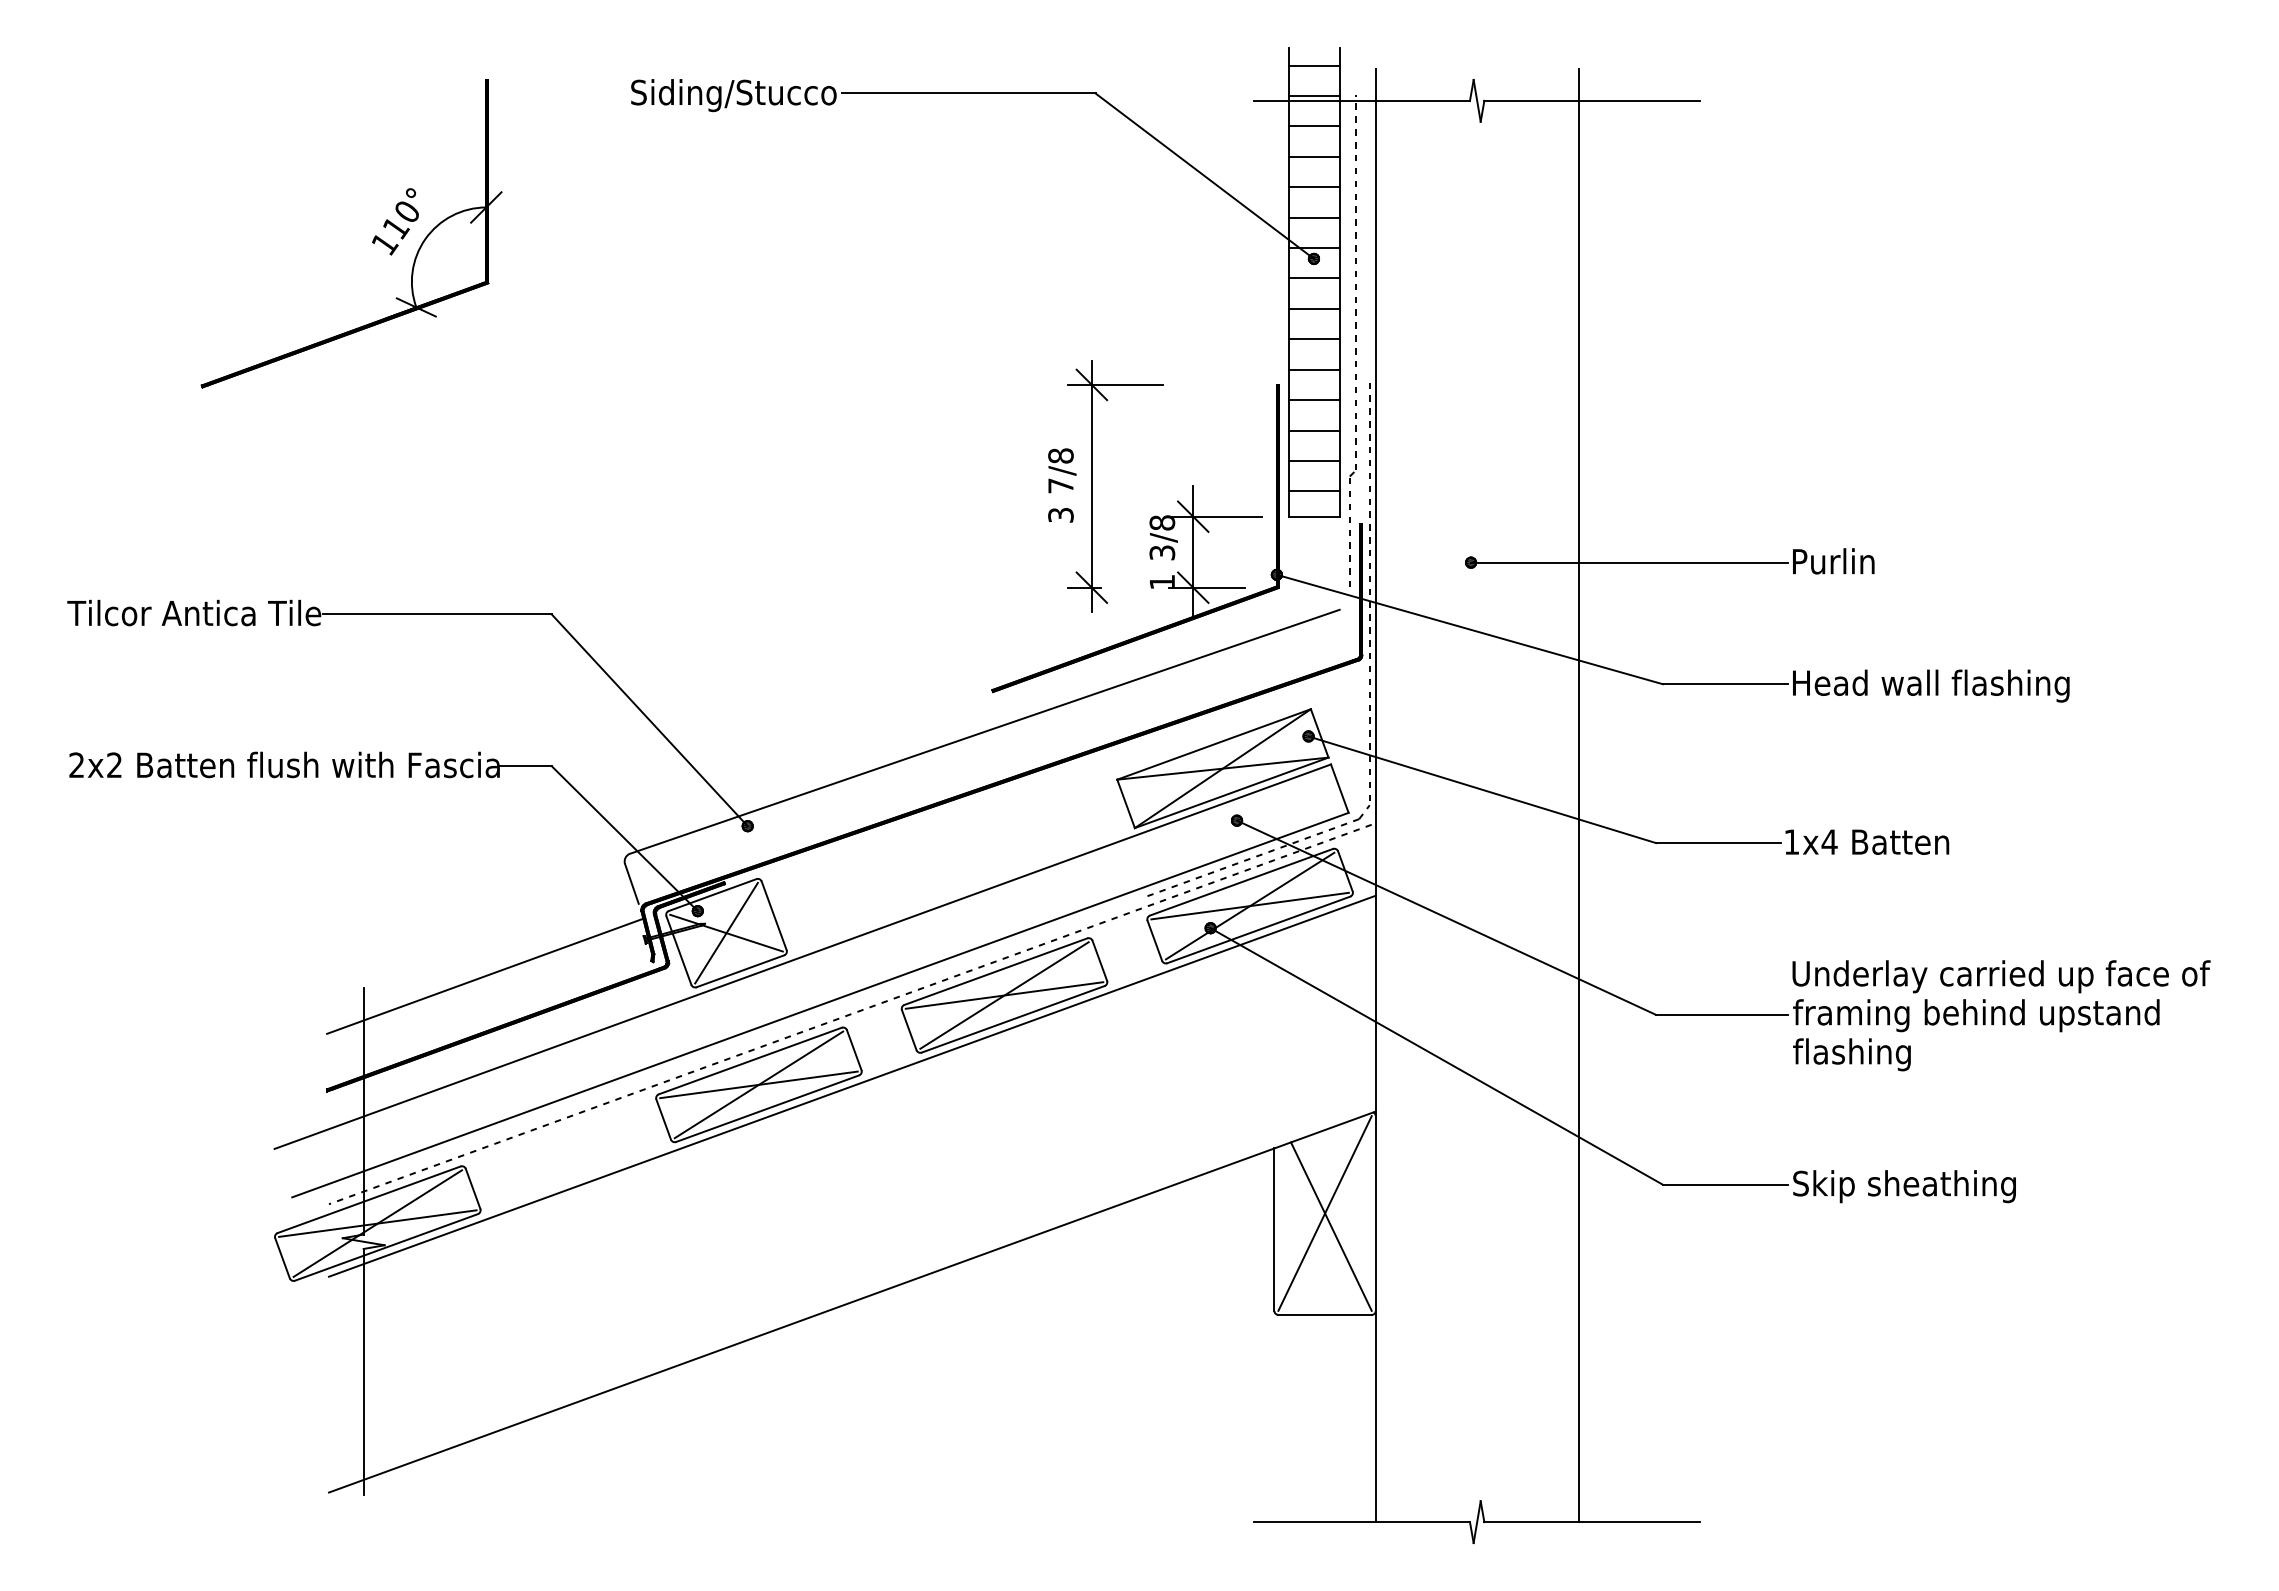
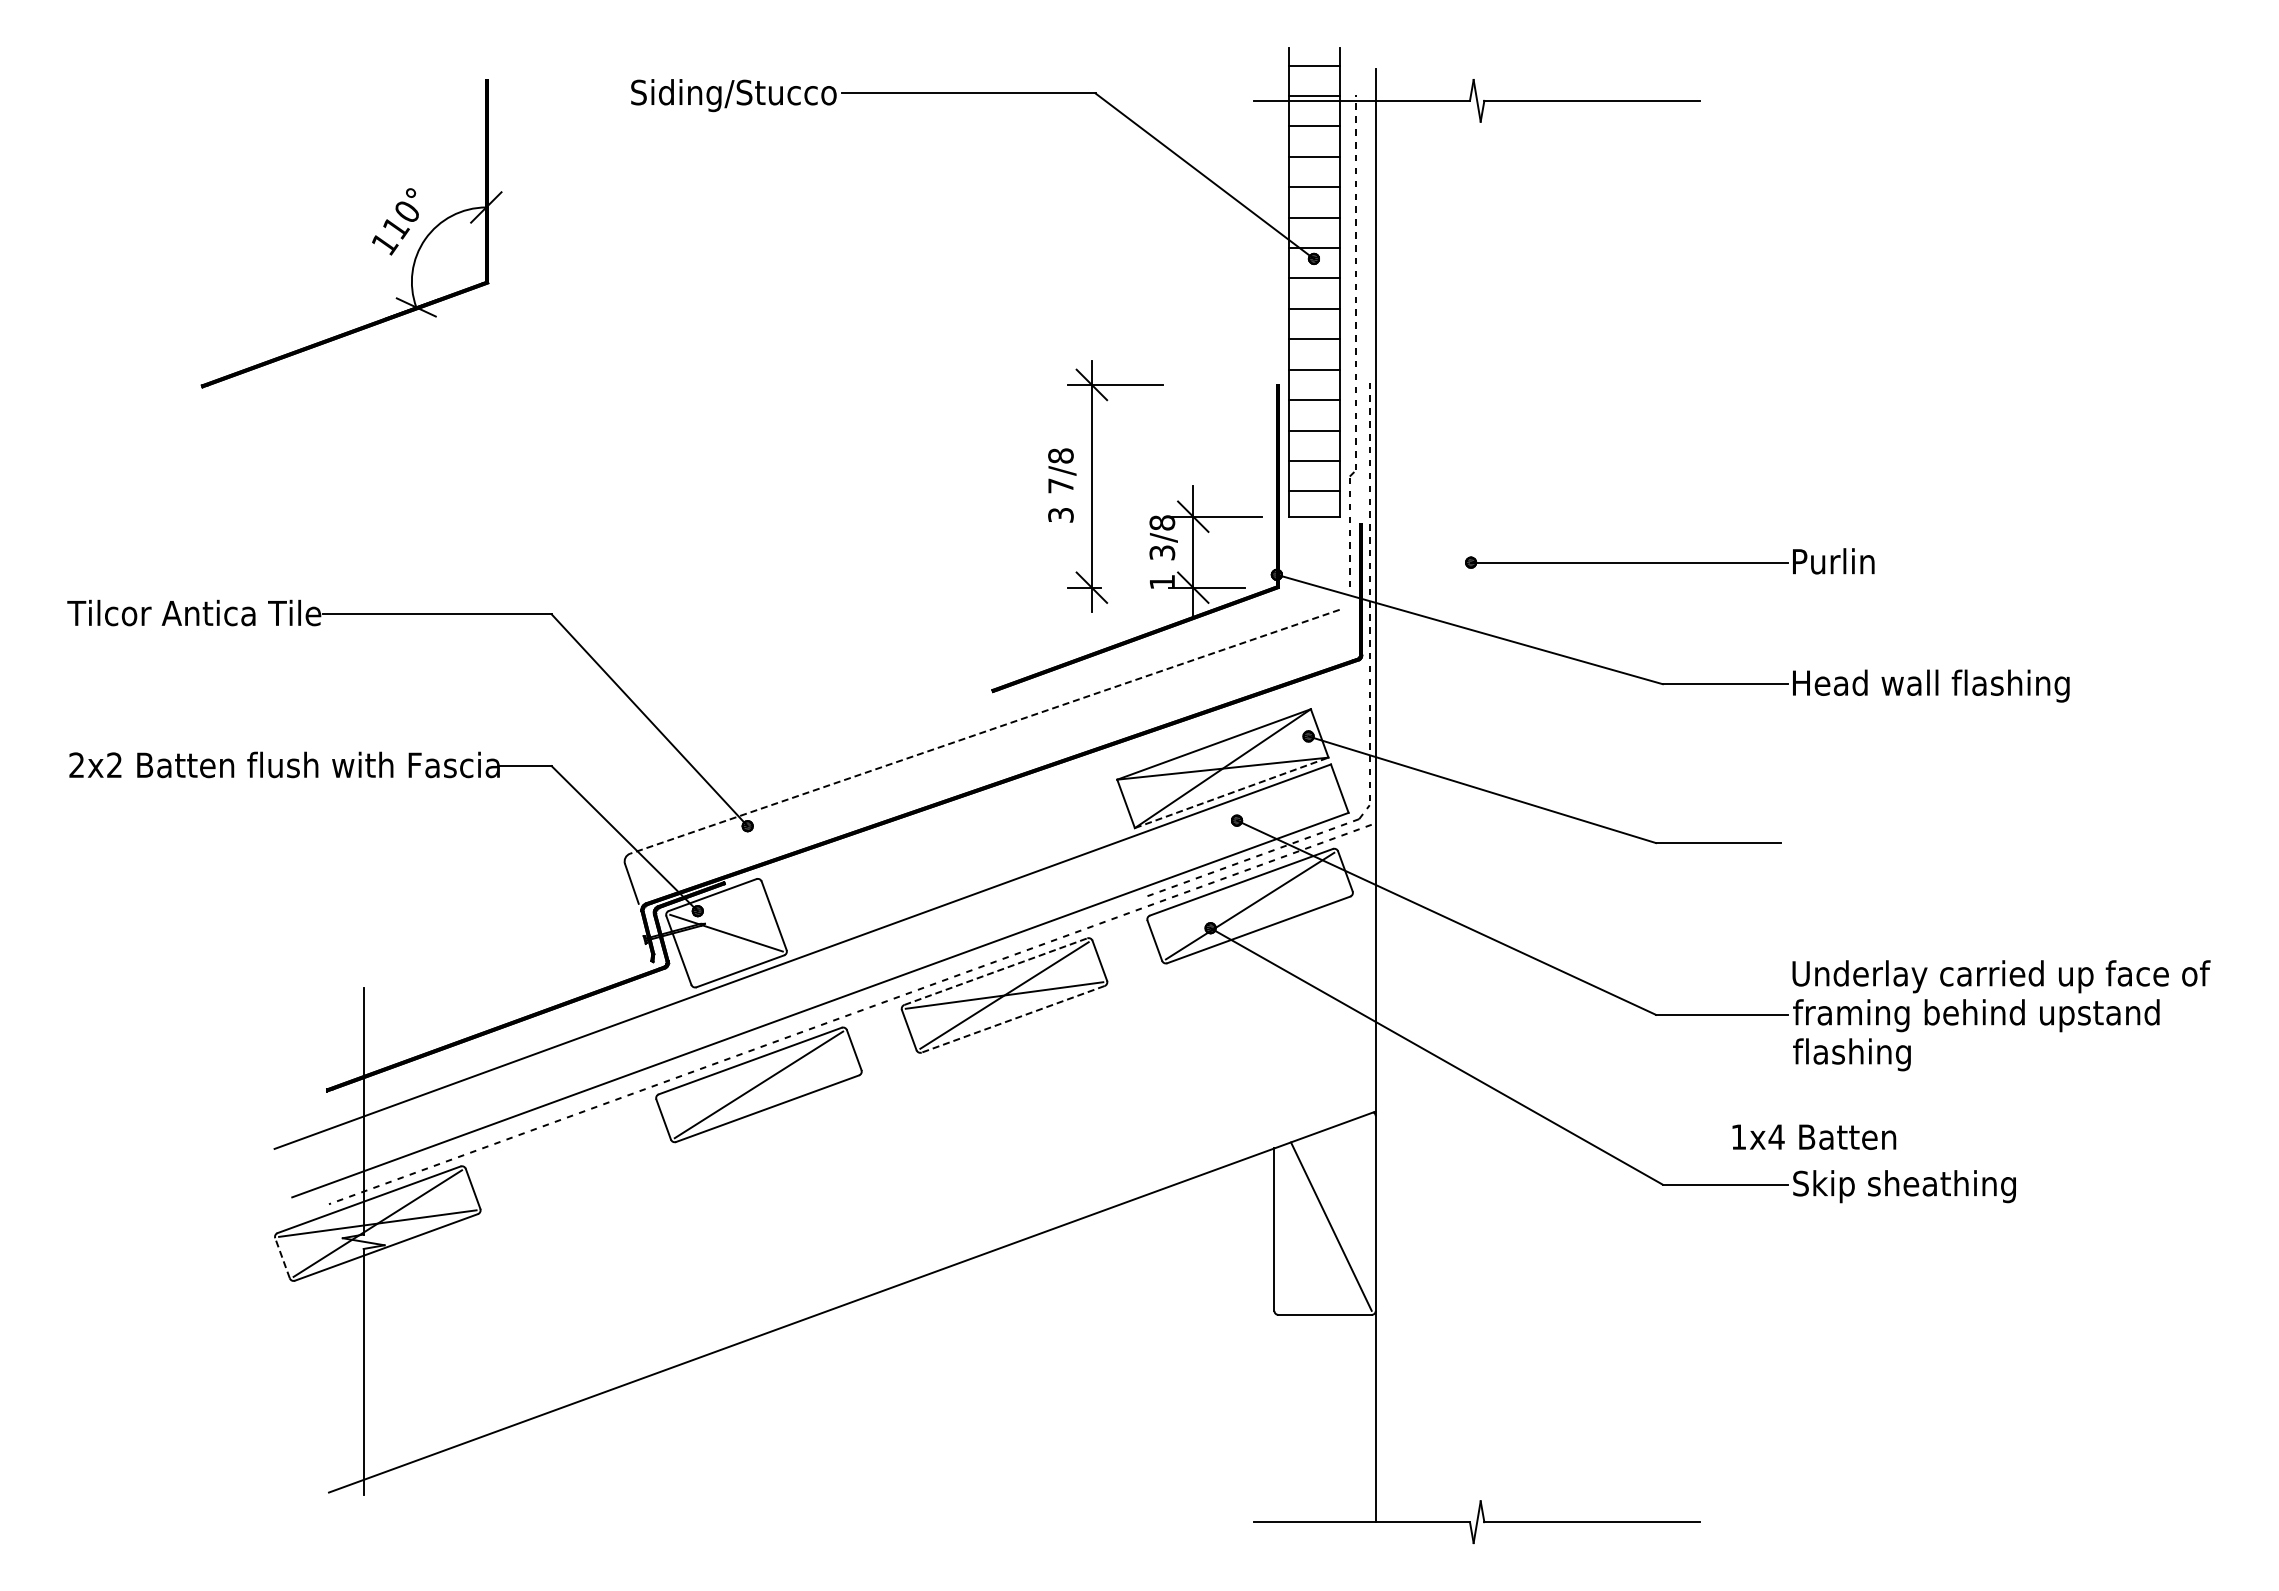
line at (984, 731): solid -> dashed
line at (1232, 792): solid -> dashed
line at (1578, 795): present -> none
text at (1867, 841) position: (1867, 841) -> (1814, 1136)
line at (1249, 905): present -> none
line at (726, 932): present -> none
line at (996, 971): solid -> dashed
line at (485, 975): present -> none
line at (1012, 1019): solid -> dashed
line at (758, 1084): present -> none
line at (851, 1085): present -> none
line at (1324, 1213): present -> none
line at (282, 1257): solid -> dashed
